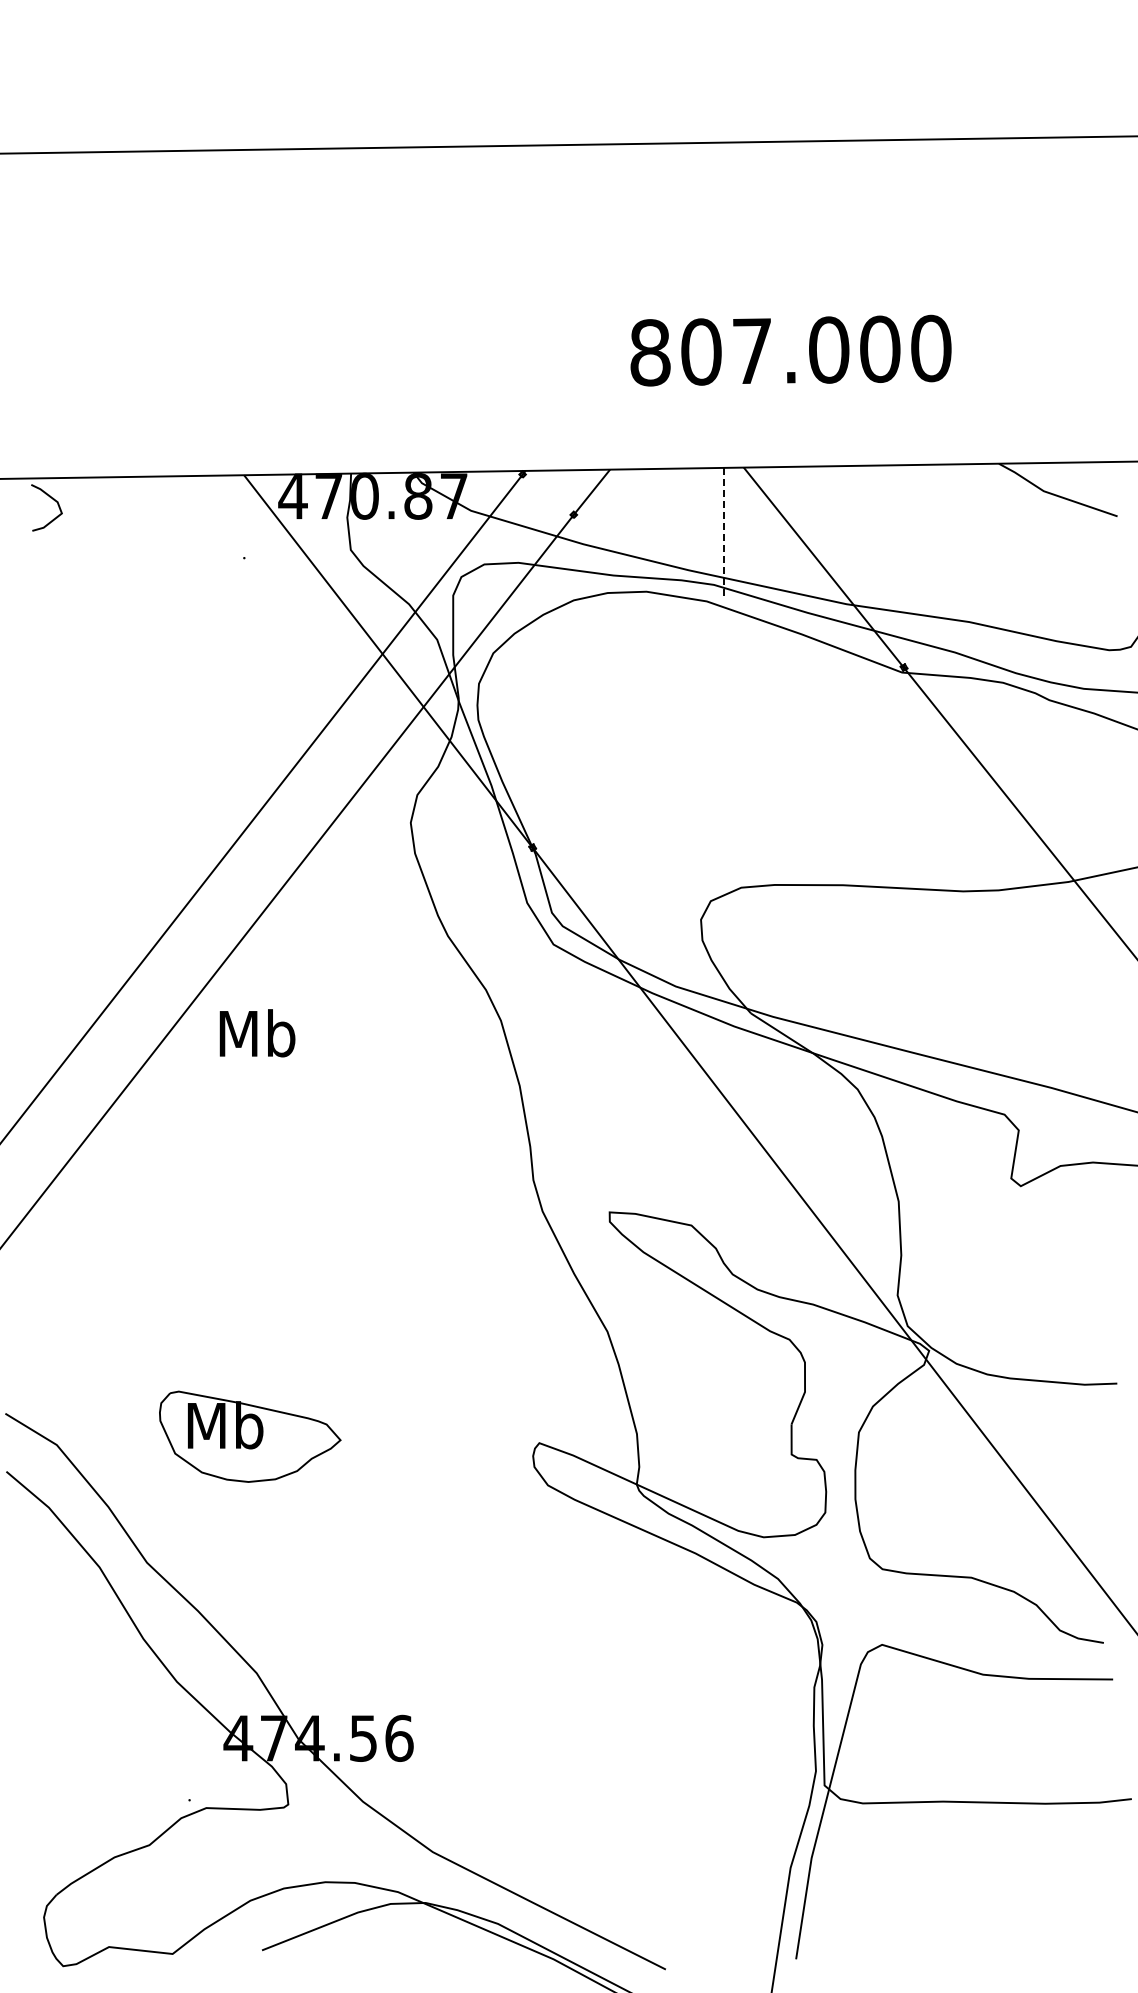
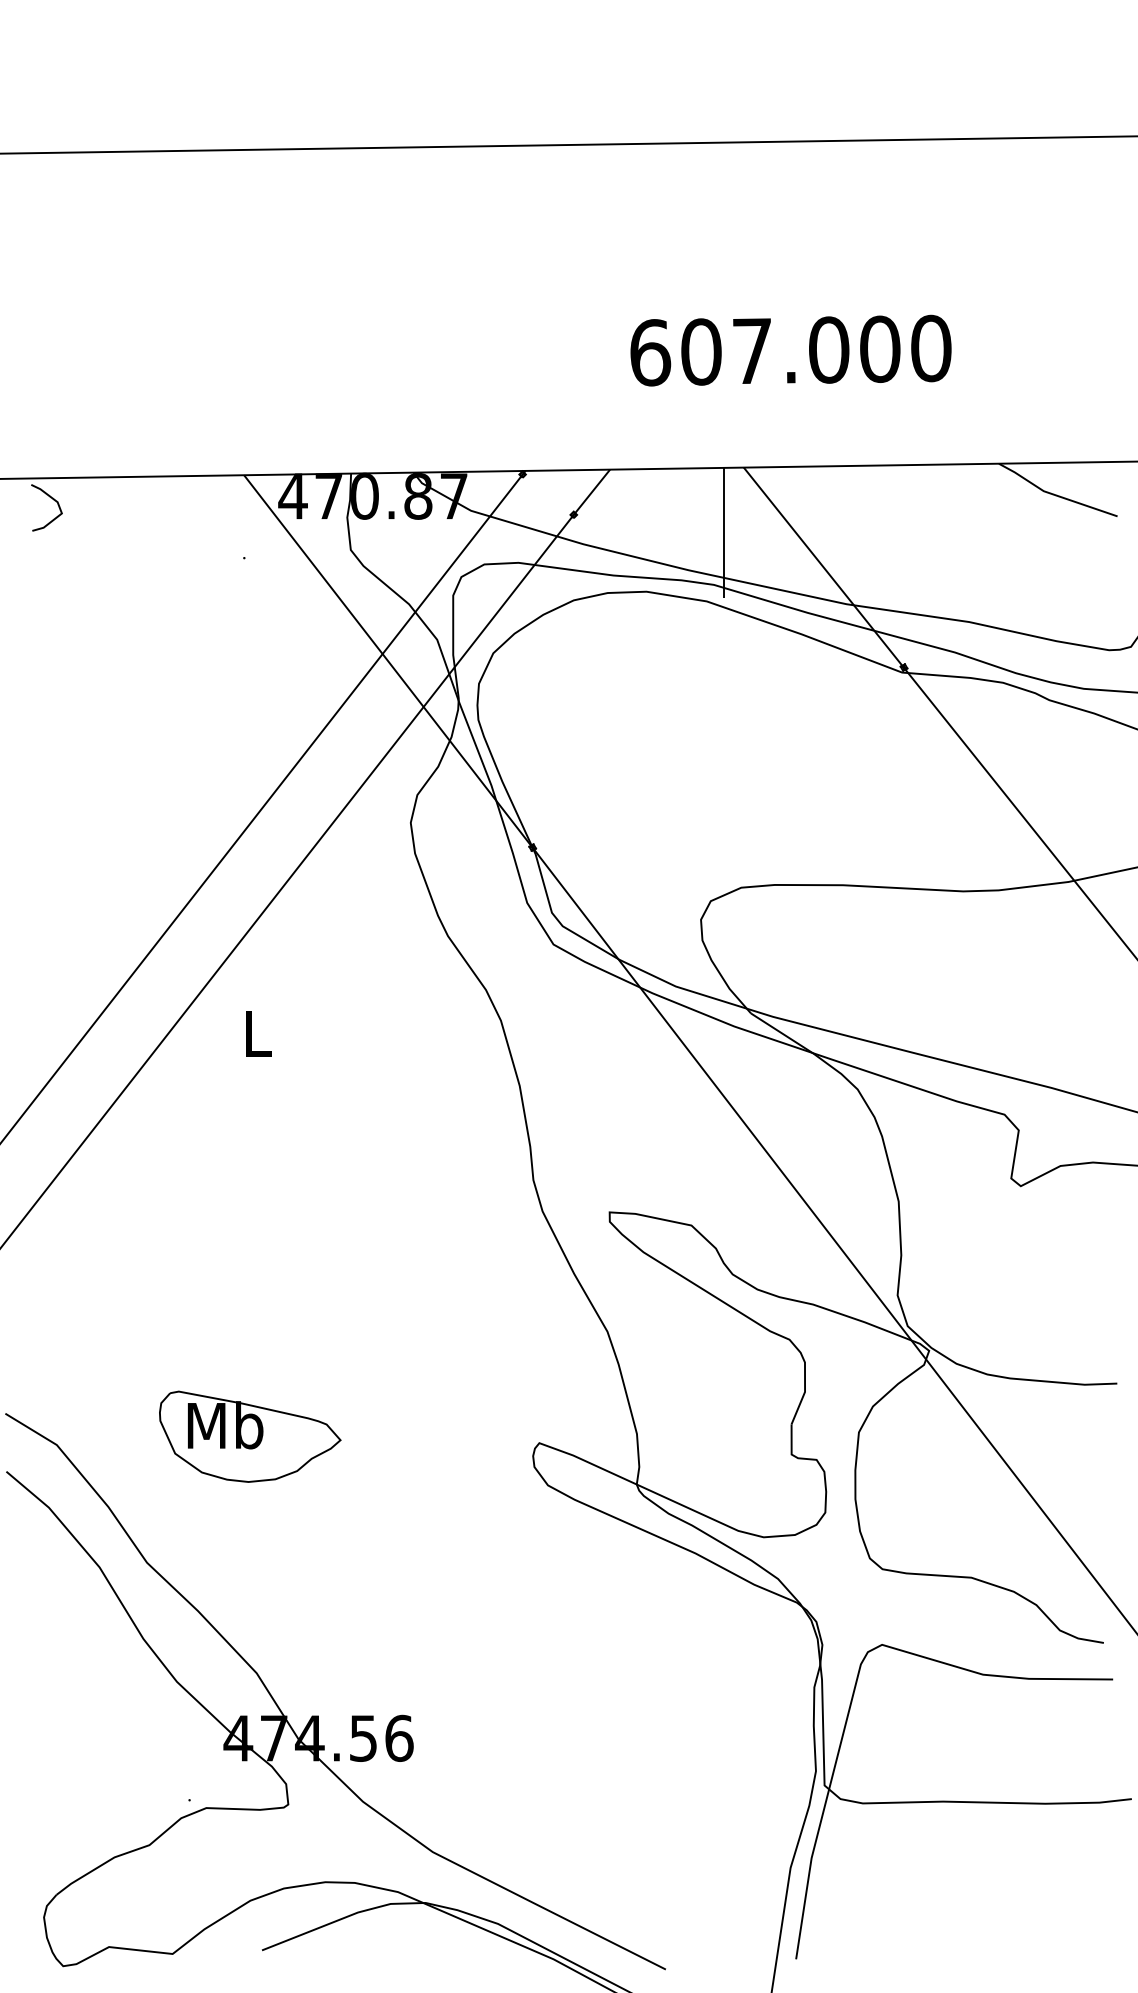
text at (650, 352): 807.000 -> 607.000
line at (723, 533): dashed -> solid
text at (257, 1033): Mb -> L
